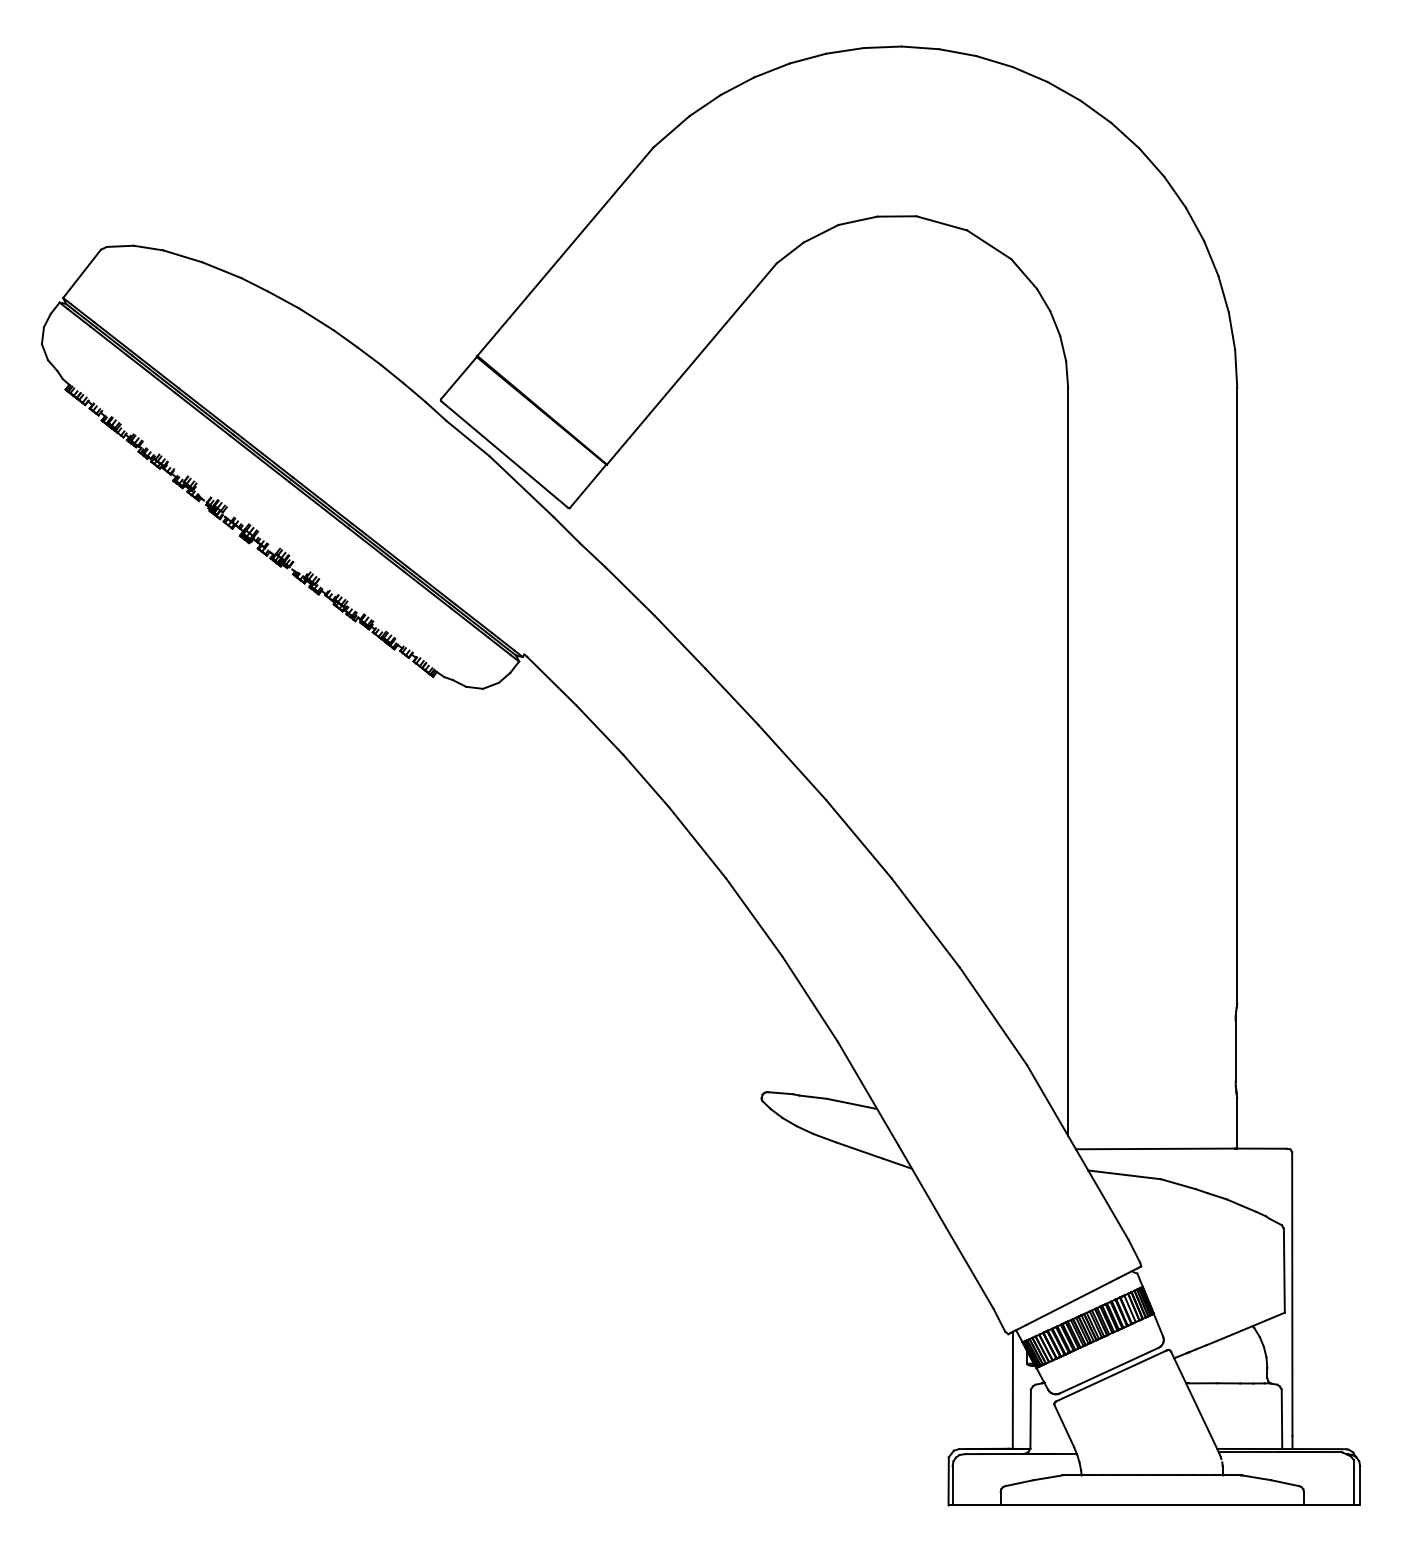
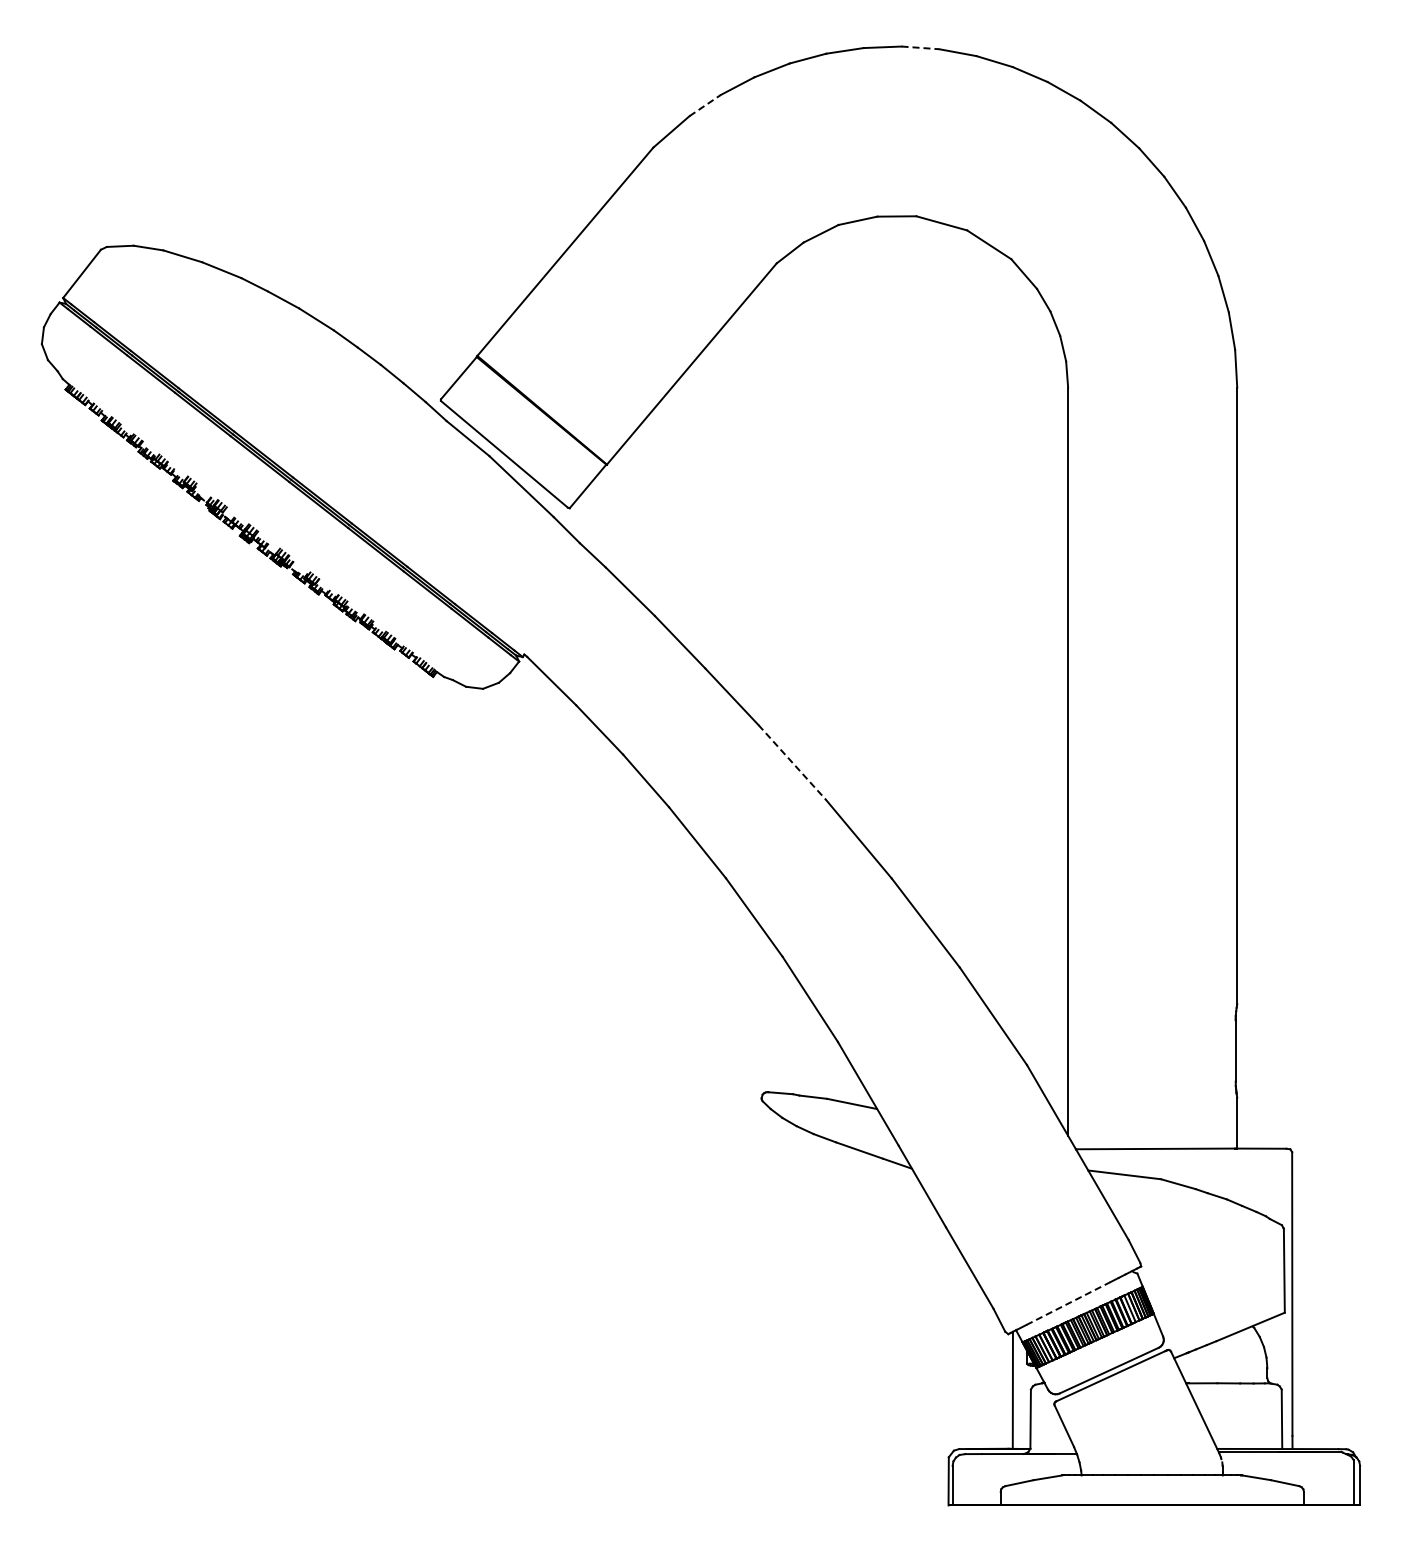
line at (920, 47): solid -> dashed
line at (705, 105): solid -> dashed
line at (792, 762): solid -> dashed
line at (1068, 1303): solid -> dashed
